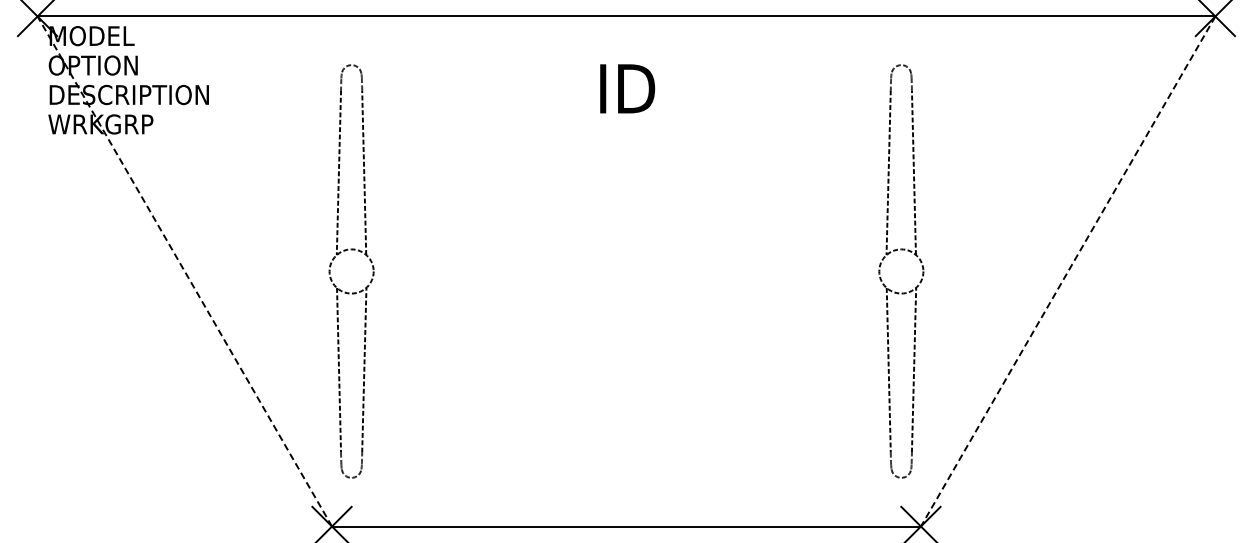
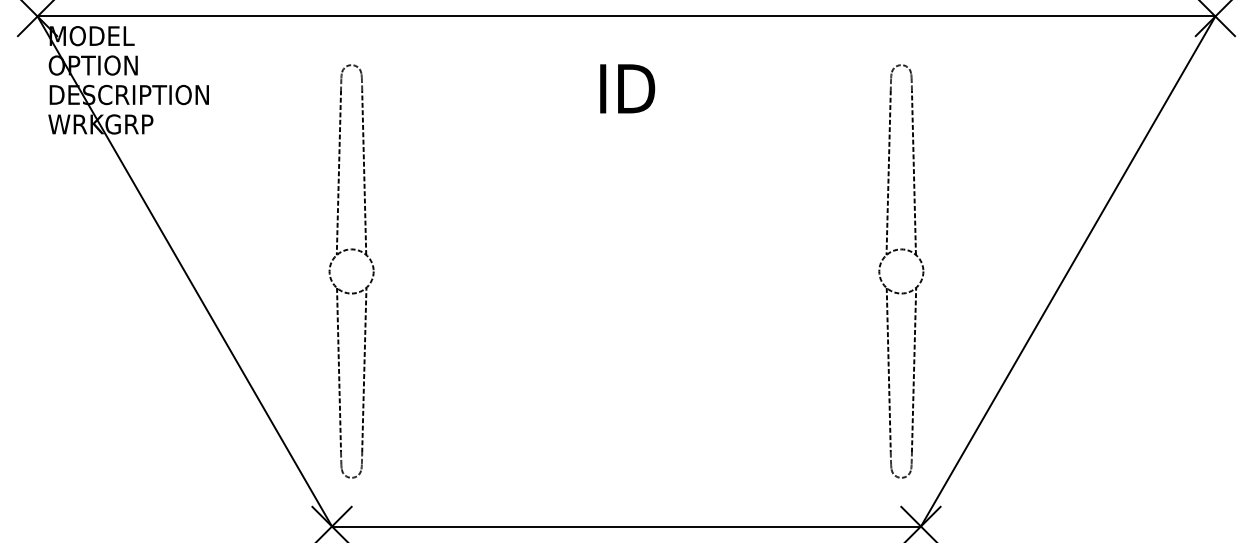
line at (184, 271): dashed -> solid
line at (1067, 271): dashed -> solid
